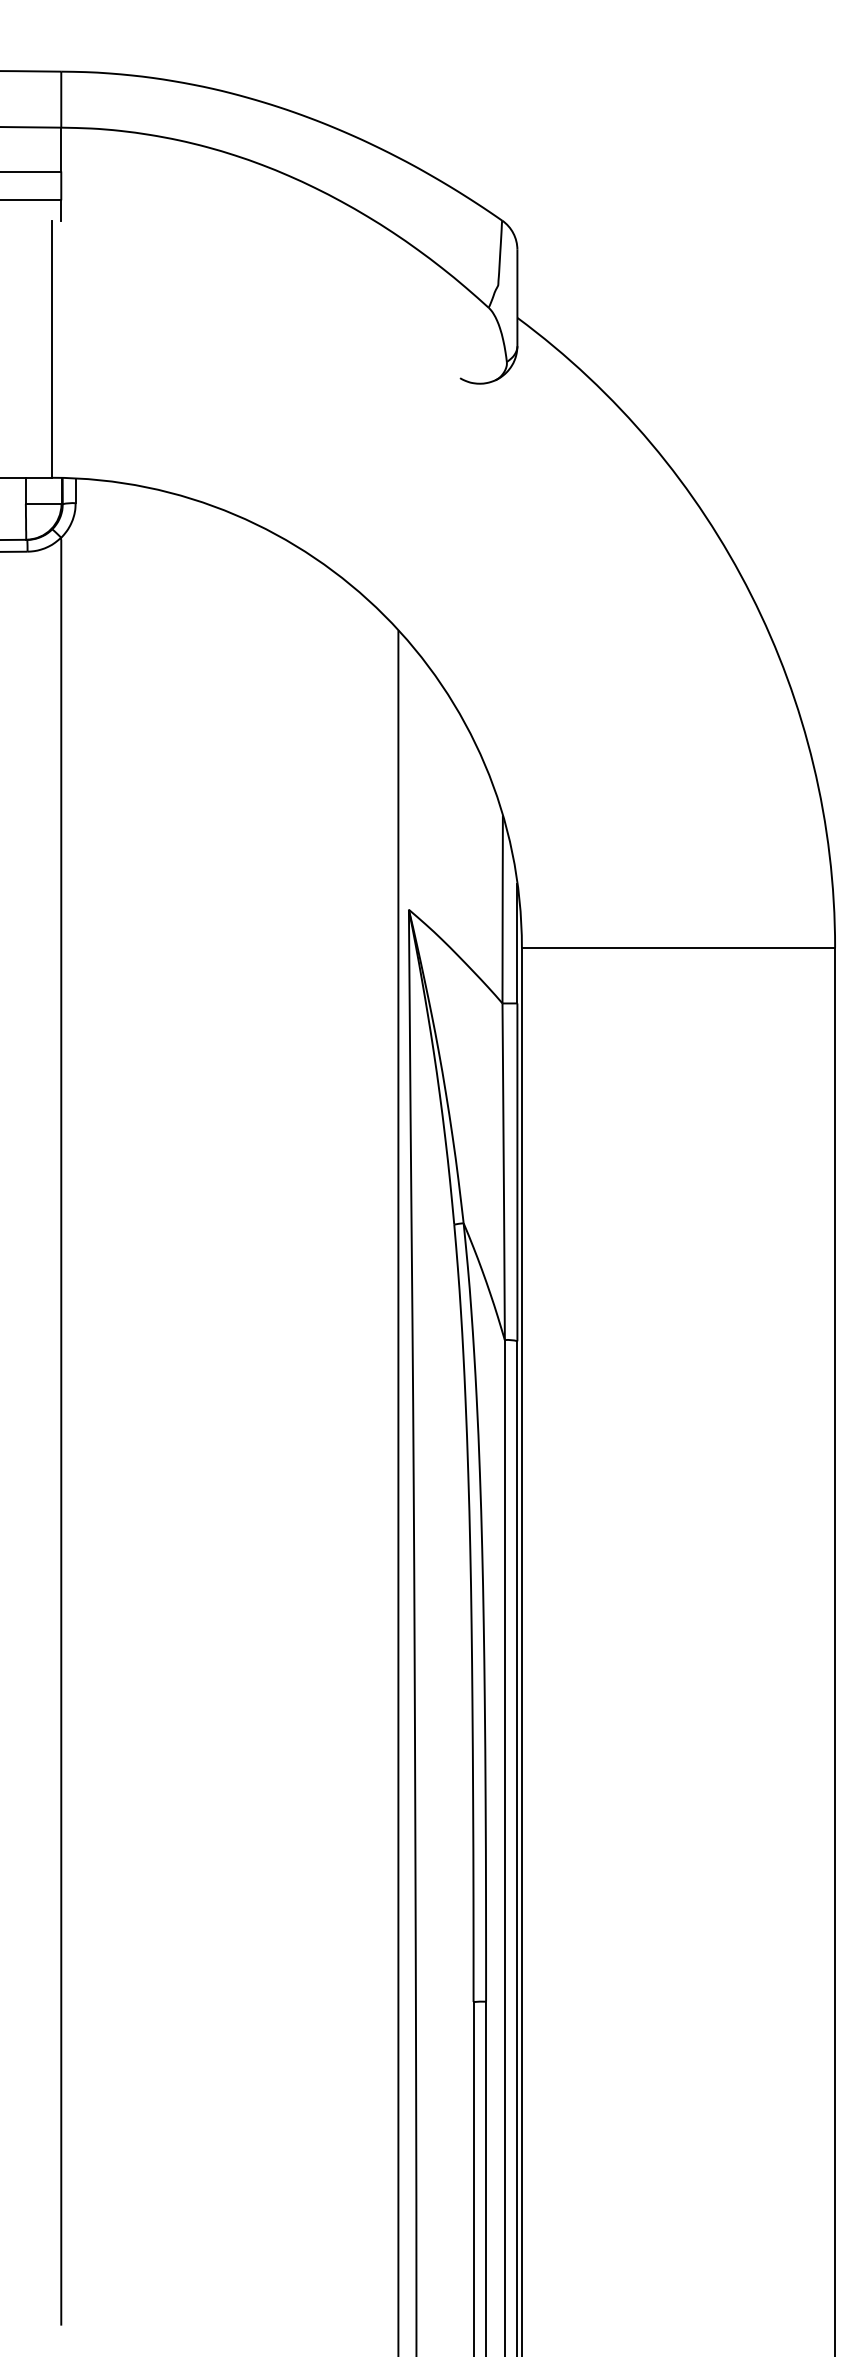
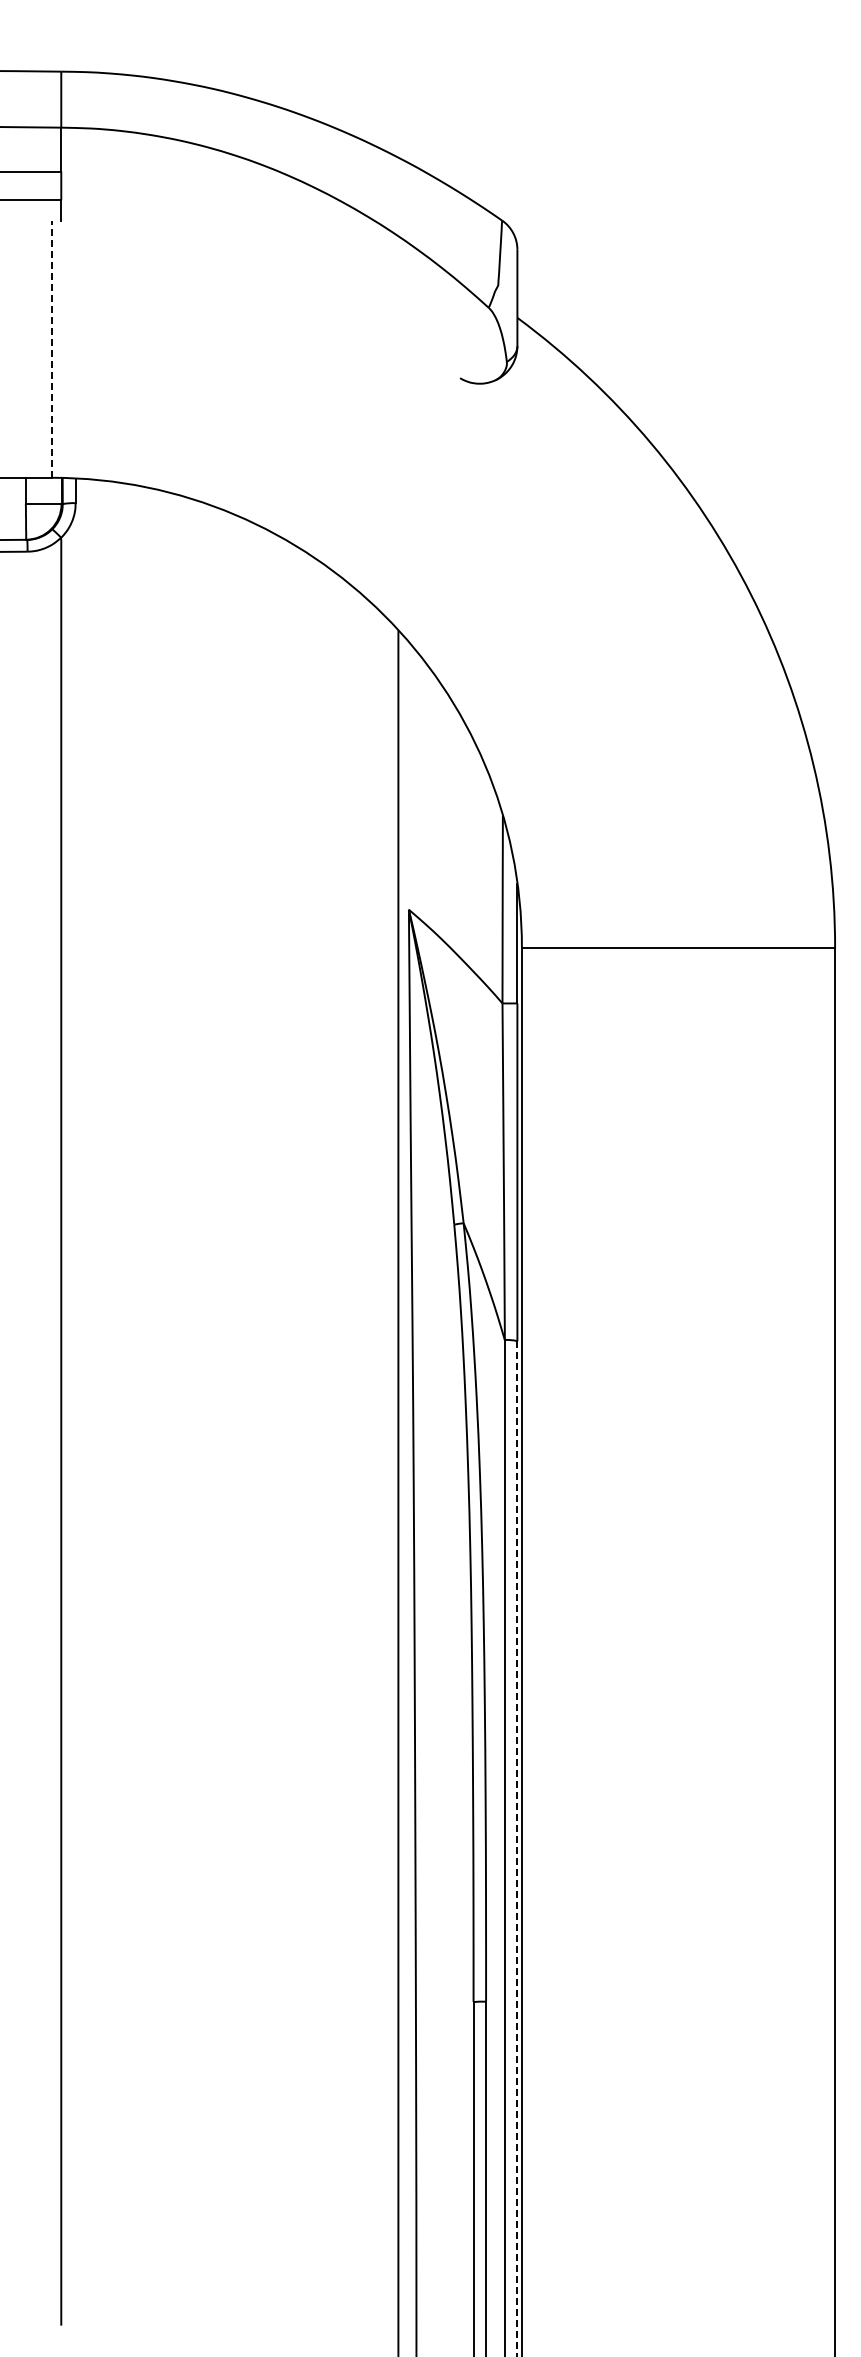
line at (52, 349): solid -> dashed
line at (517, 1849): solid -> dashed
